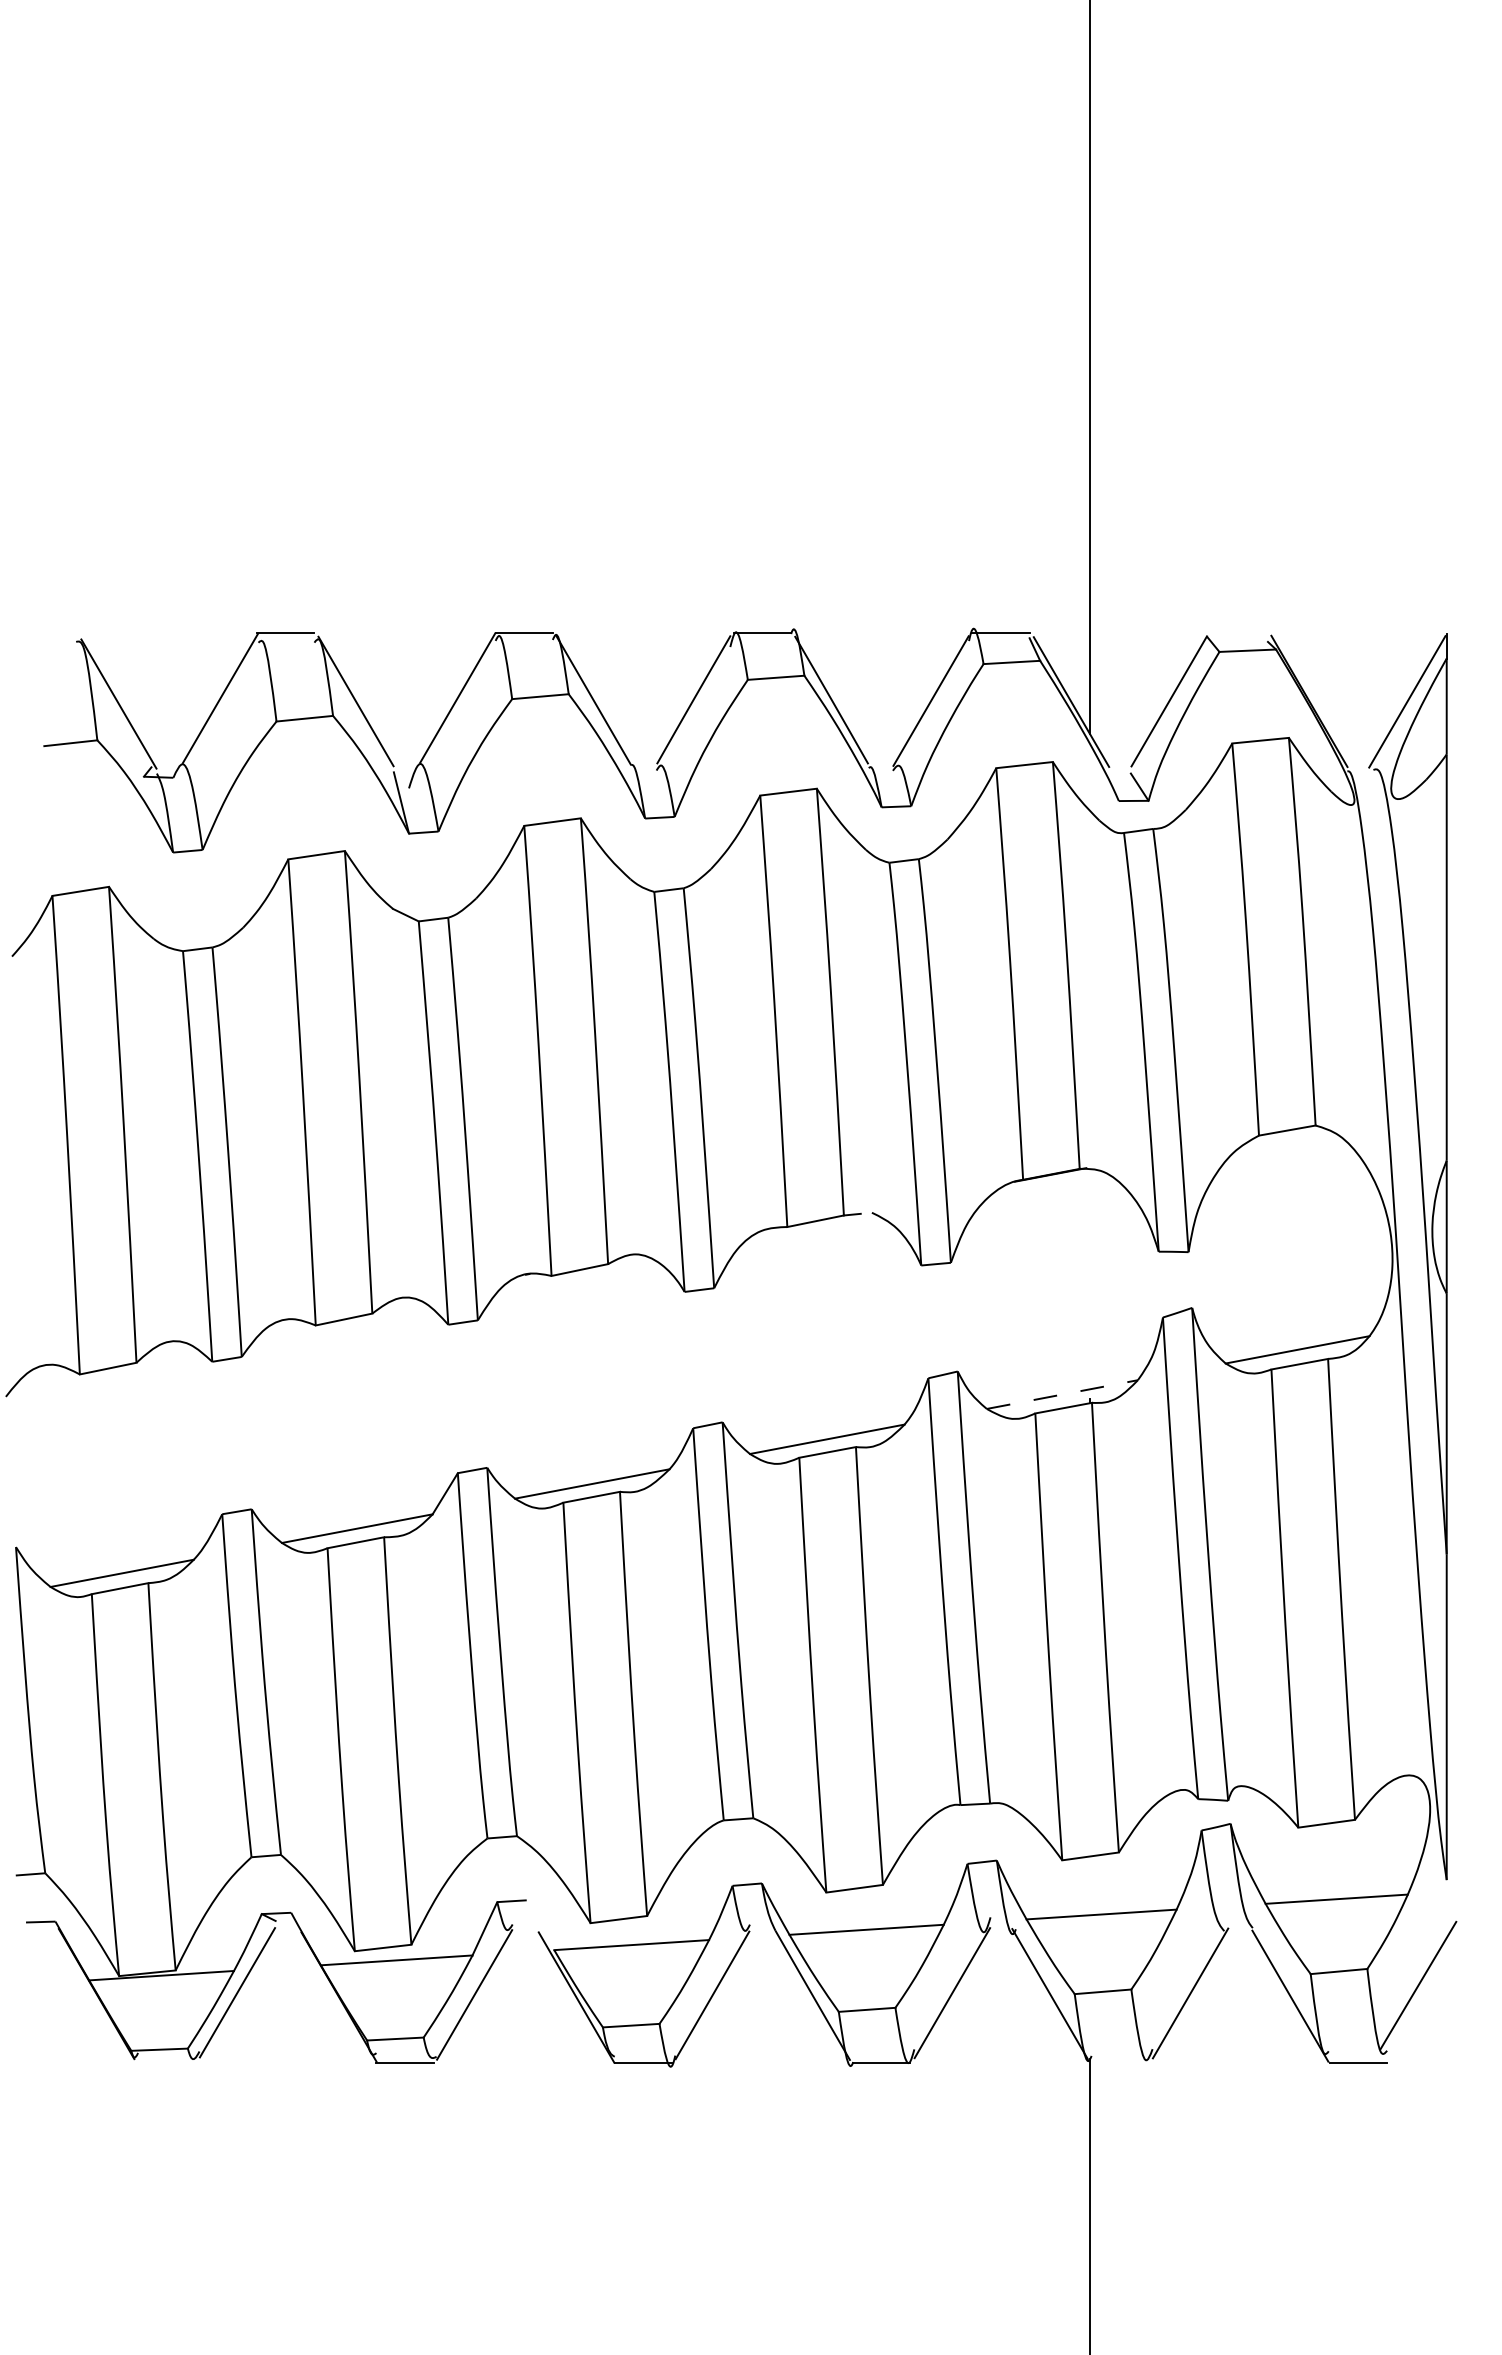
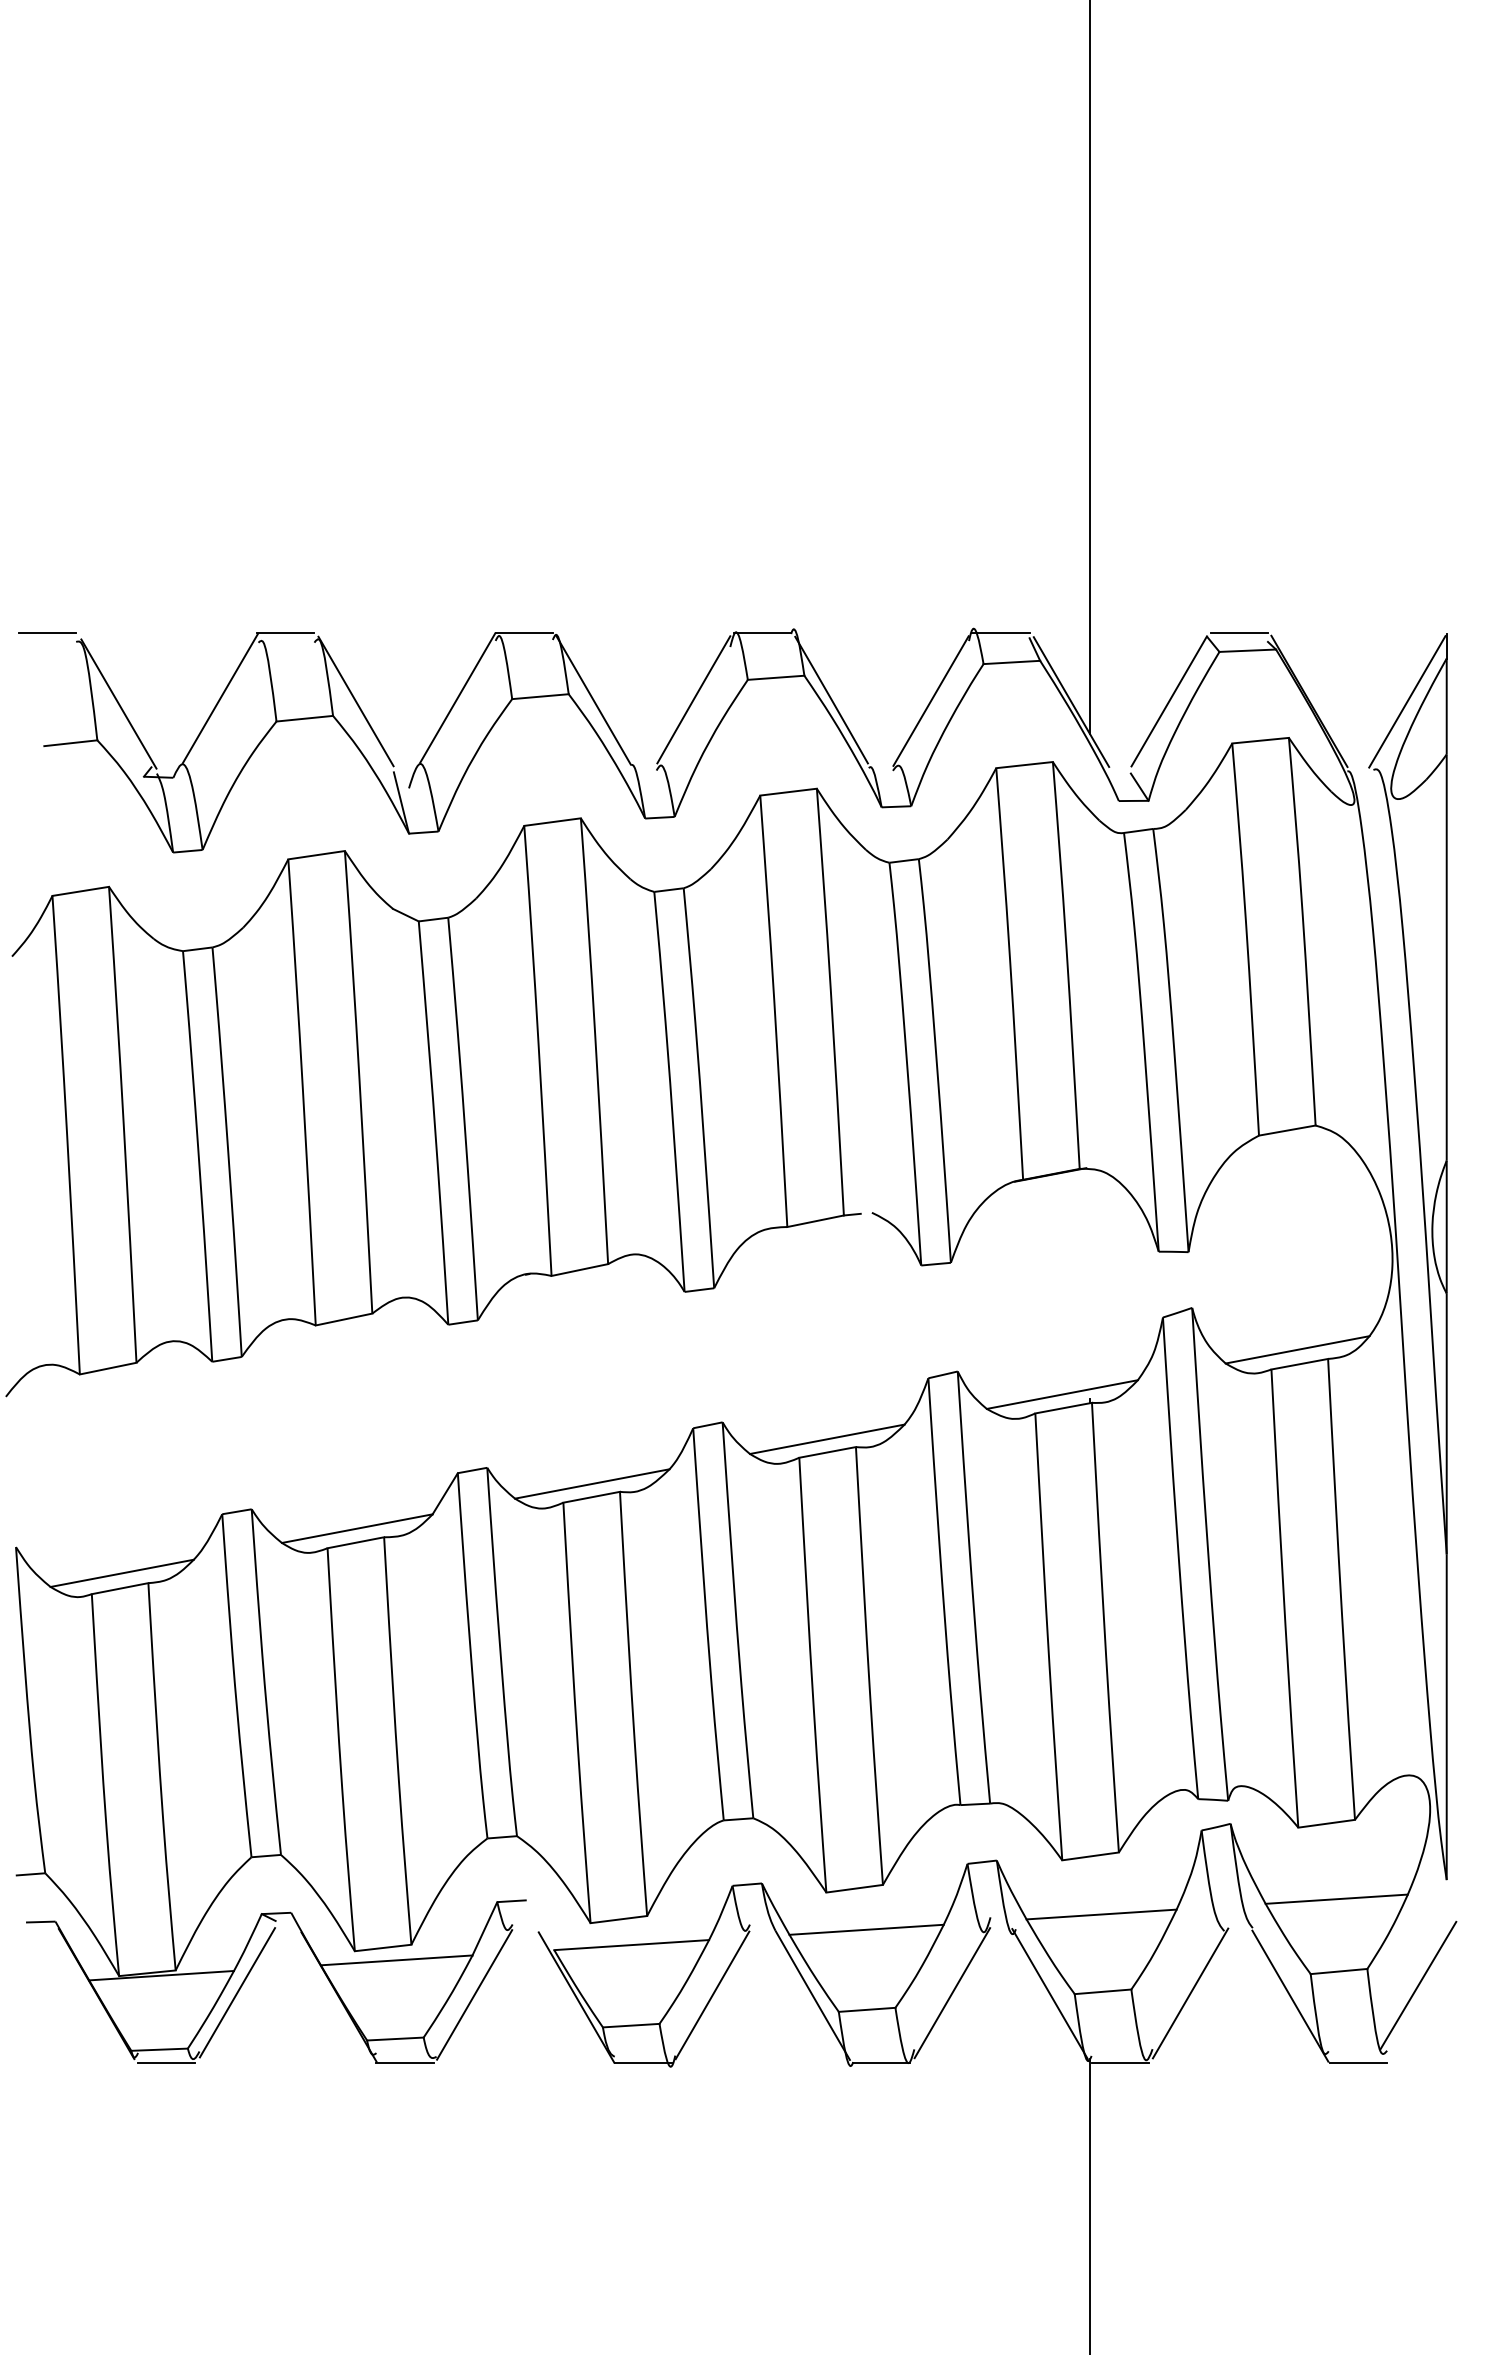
line at (47, 632): none -> present
line at (1238, 632): none -> present
line at (1062, 1394): dashed -> solid
line at (166, 2062): none -> present
line at (1119, 2062): none -> present
